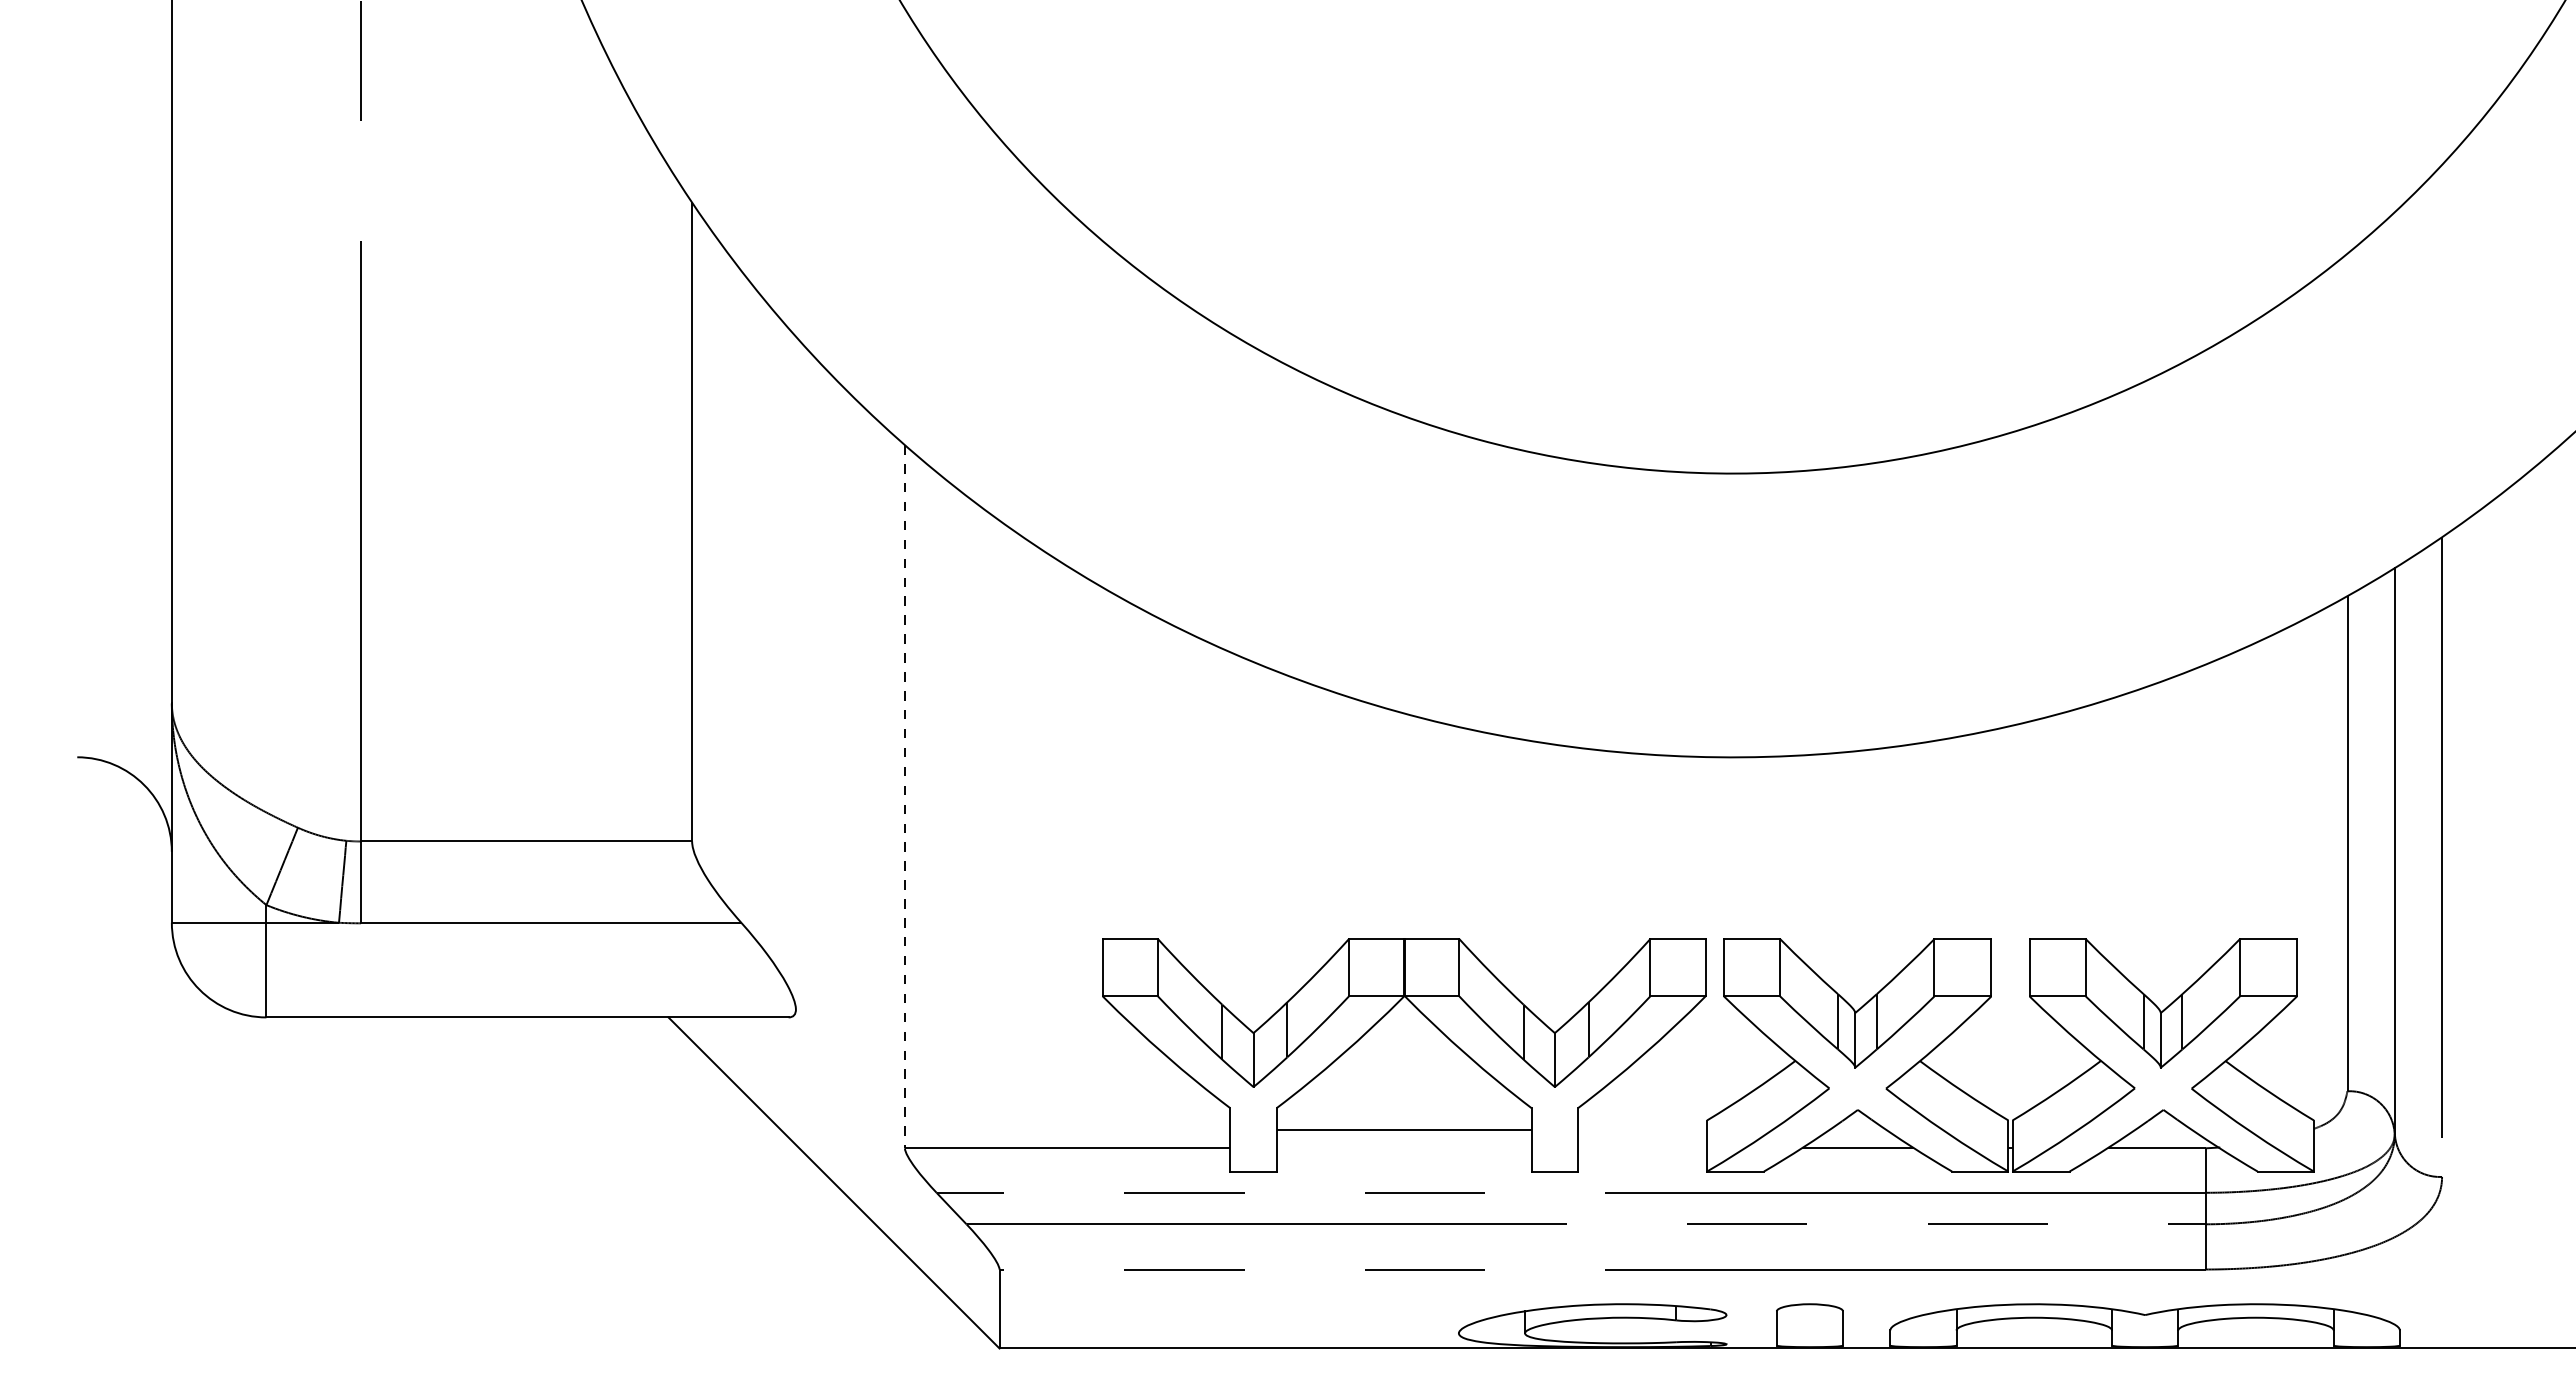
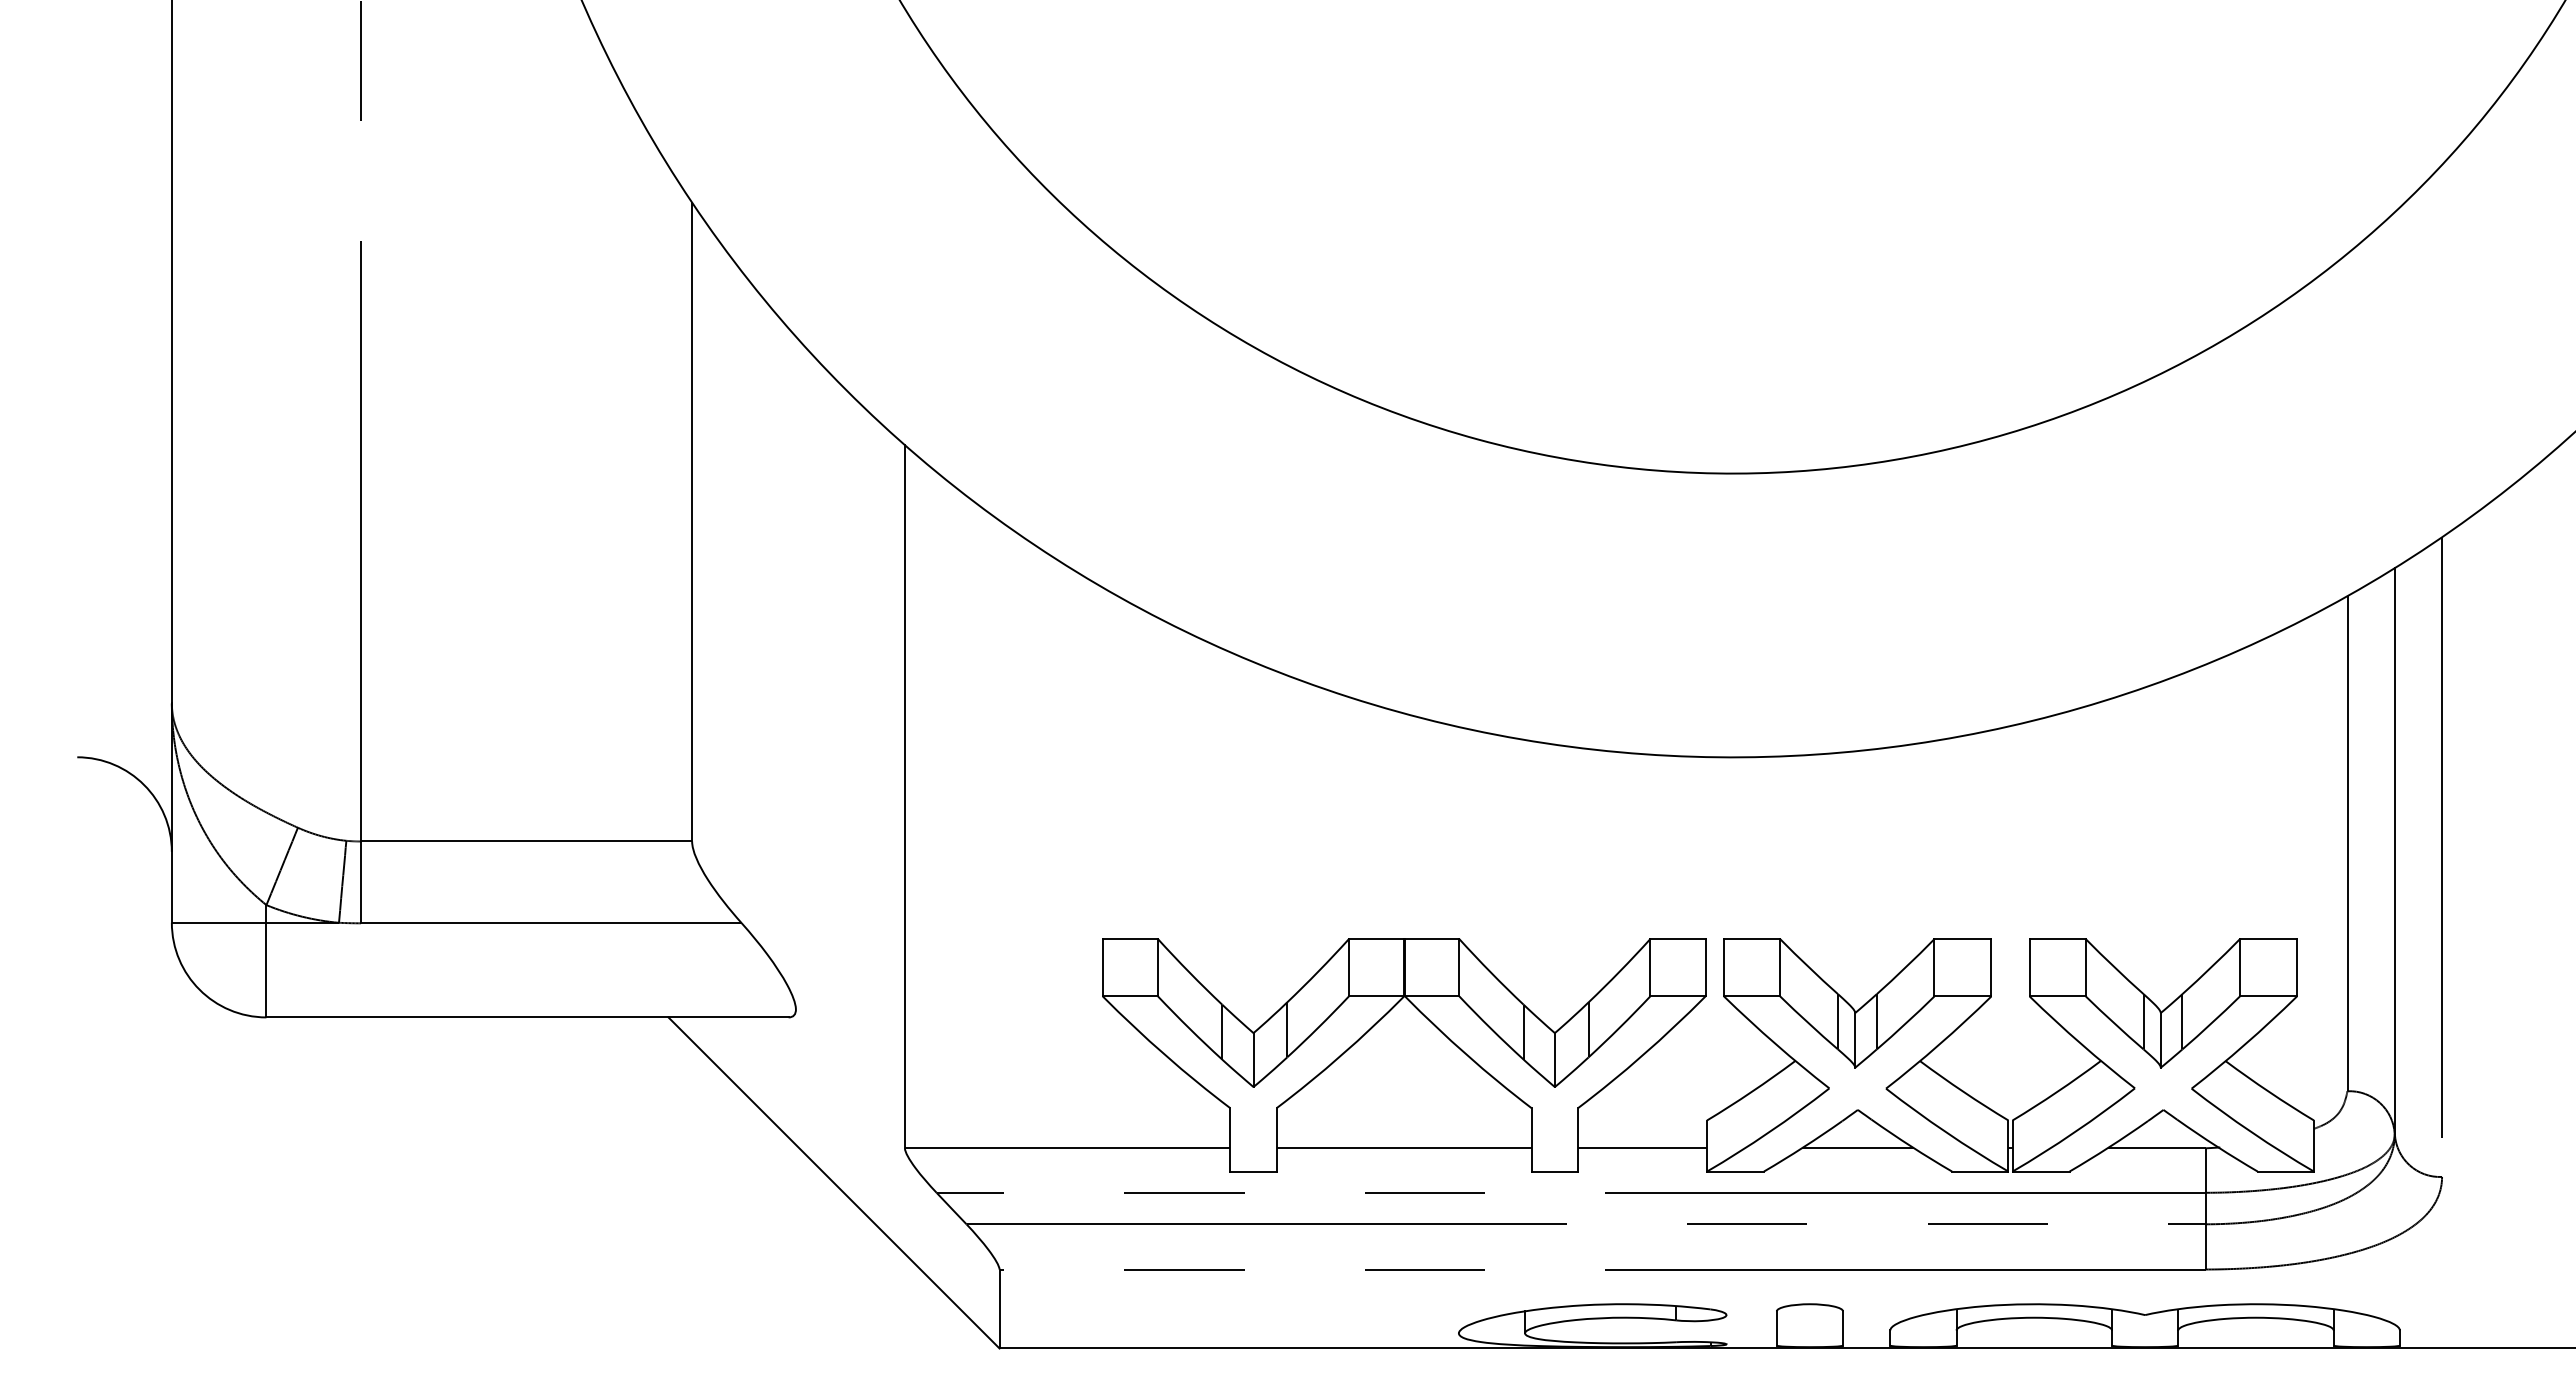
line at (904, 796): dashed -> solid
line at (1403, 1130) position: (1403, 1130) -> (1403, 1148)
line at (1642, 1148): none -> present
